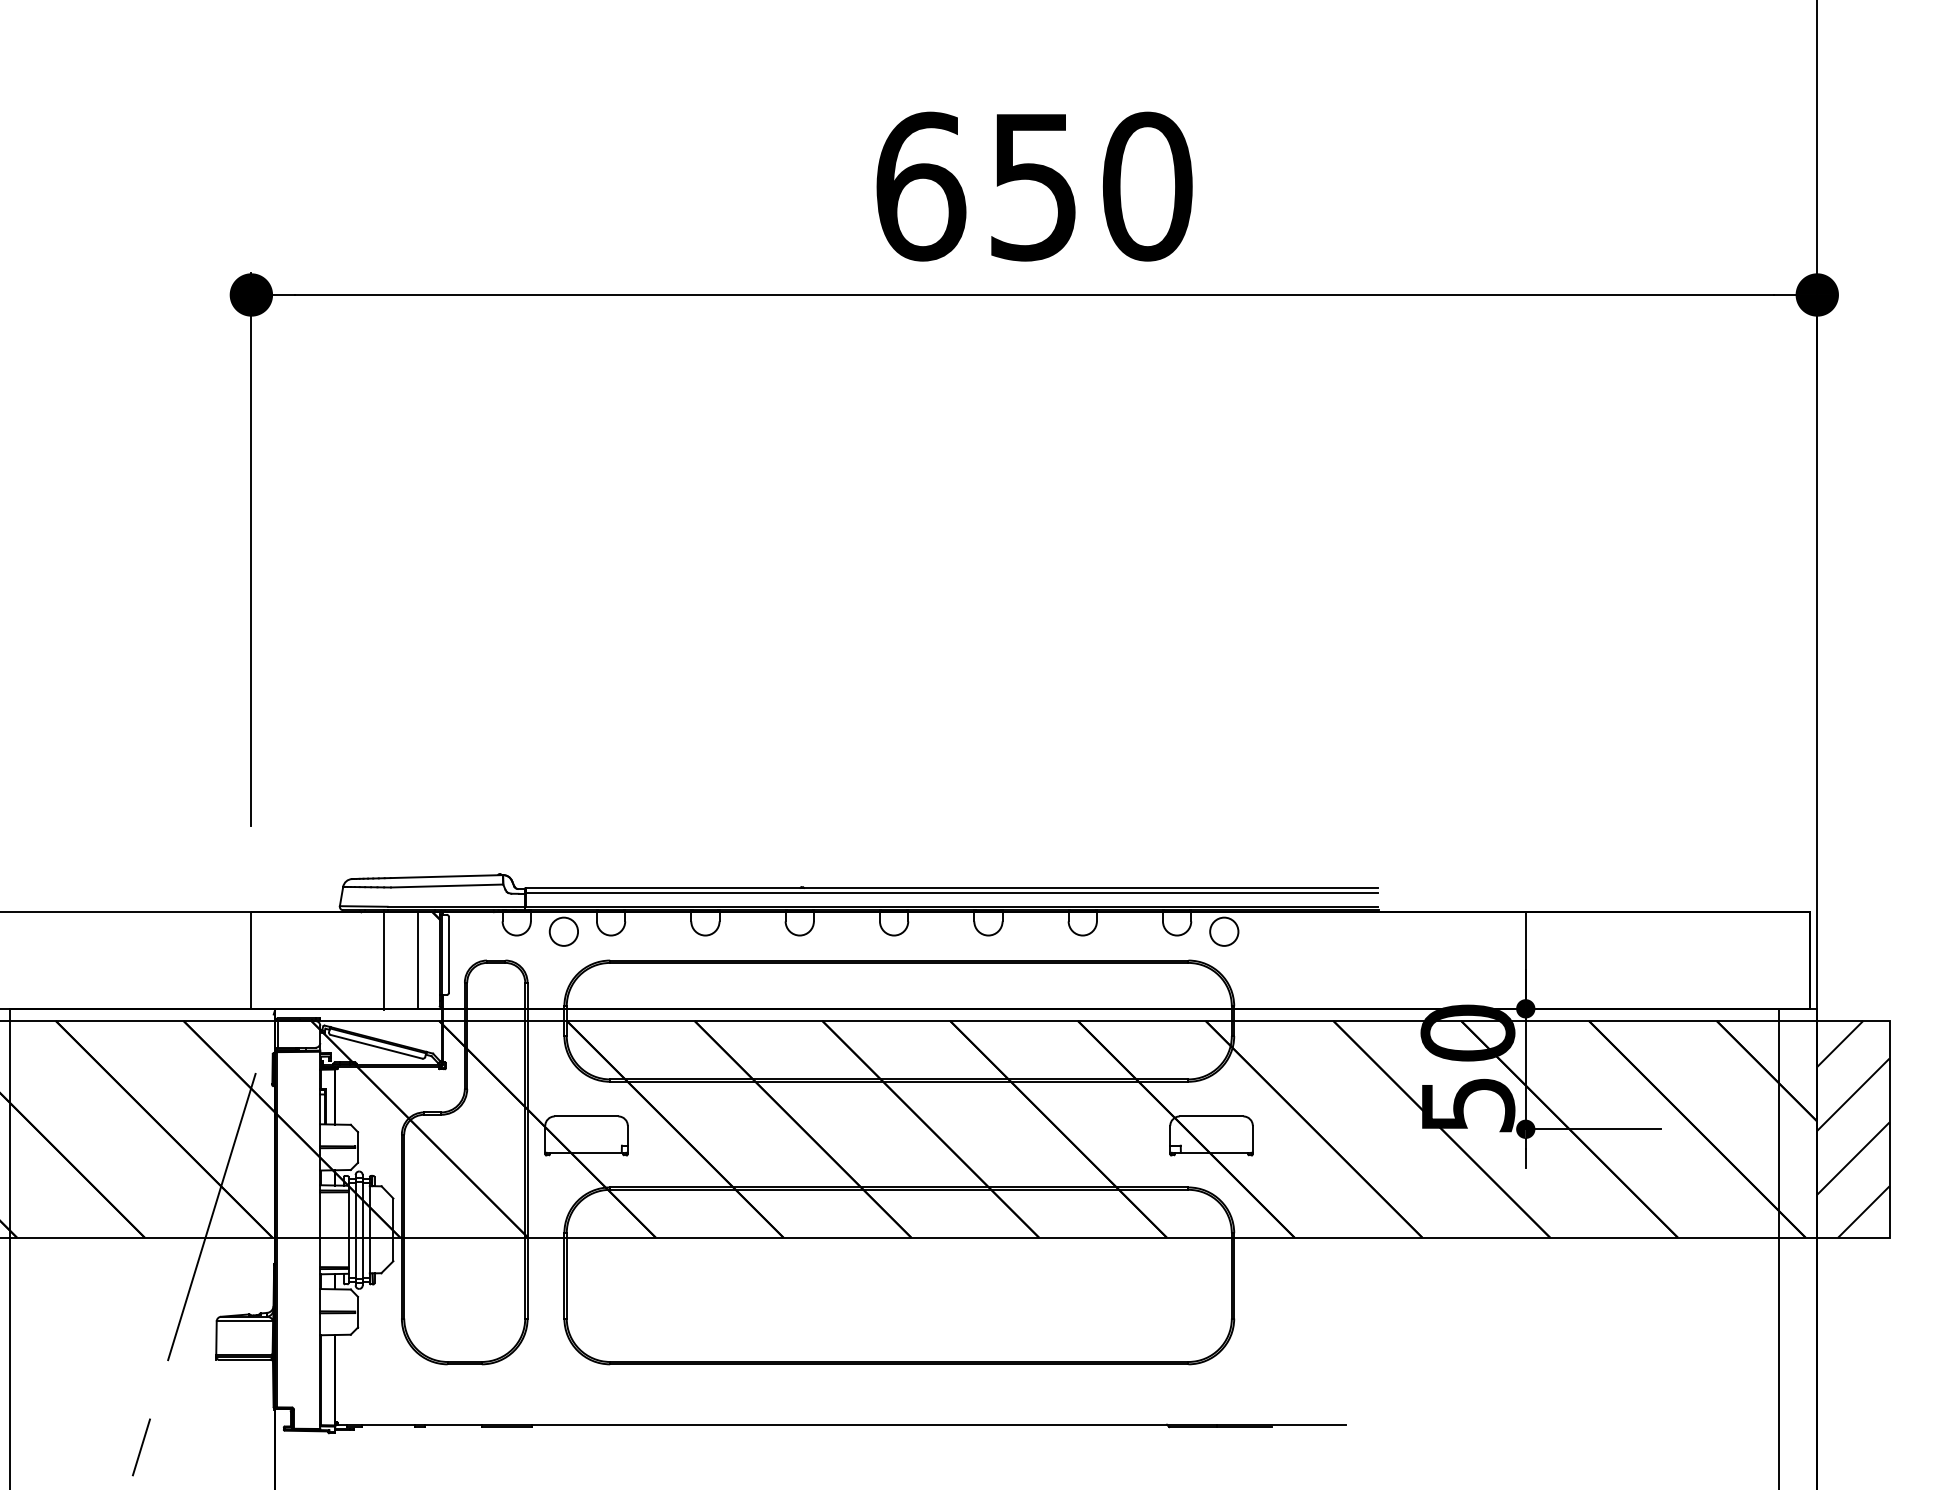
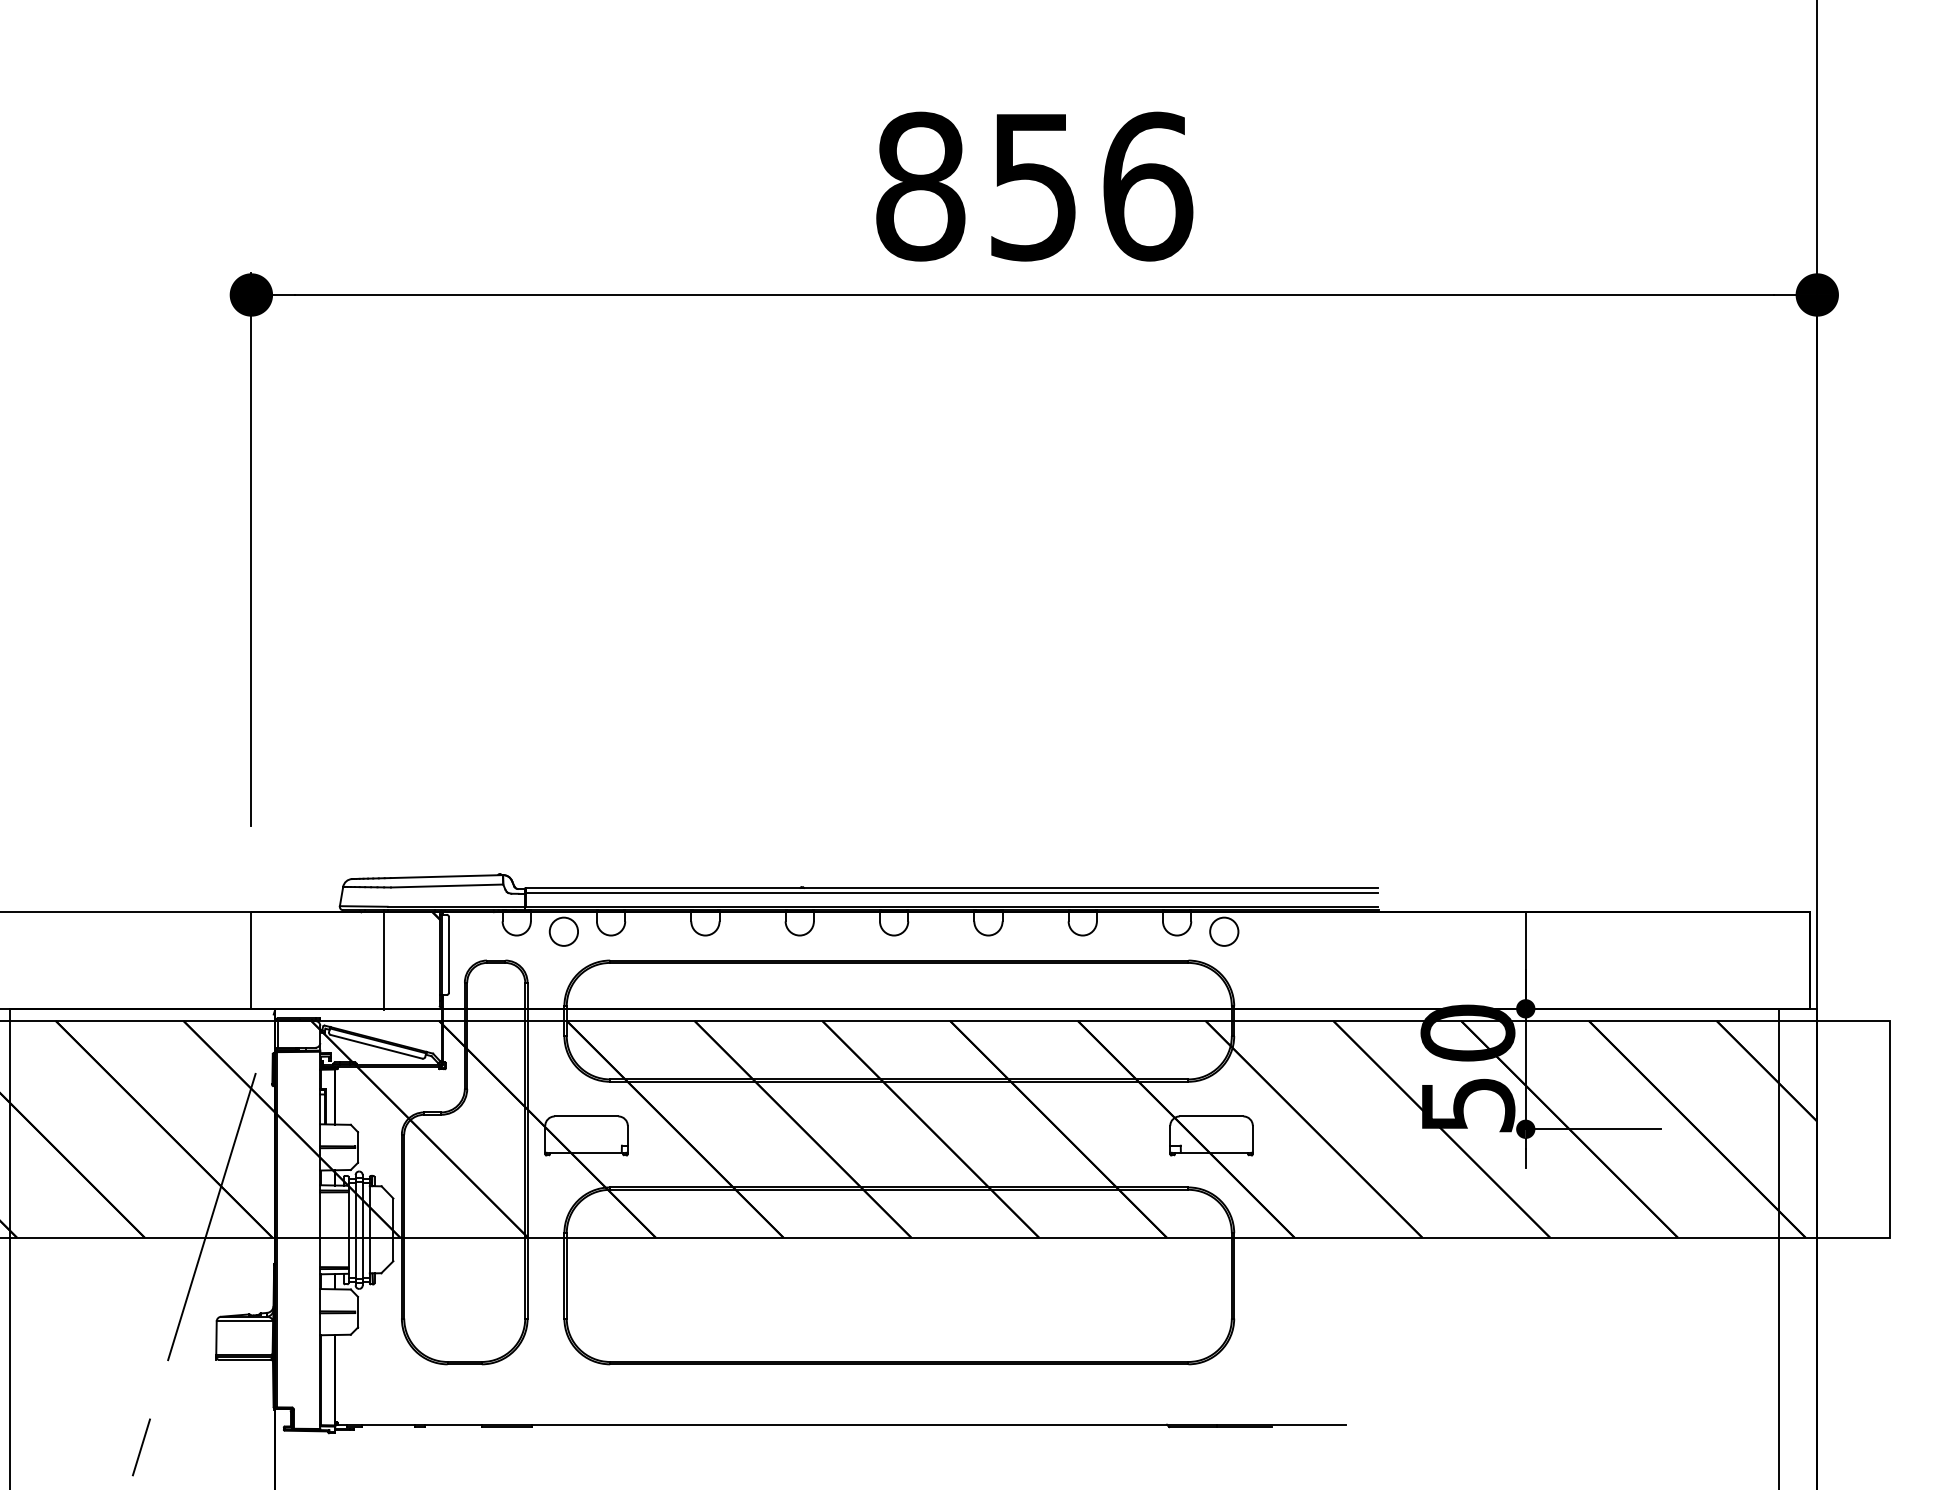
text at (1034, 186): 650 -> 856
line at (417, 960): present -> none
hatch at (1853, 1128): present -> none
